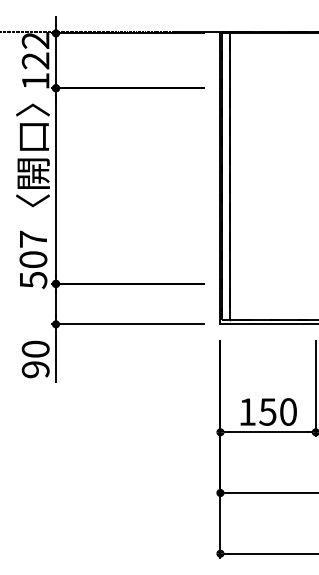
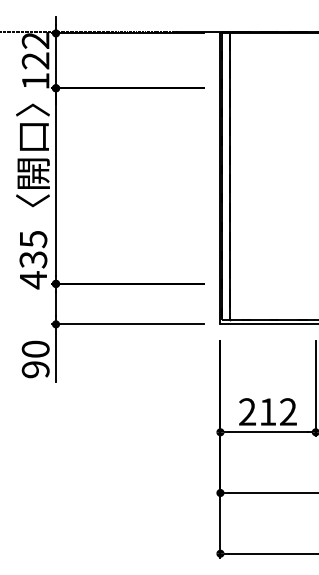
text at (33, 259): 507 -> 435
text at (267, 411): 150 -> 212
